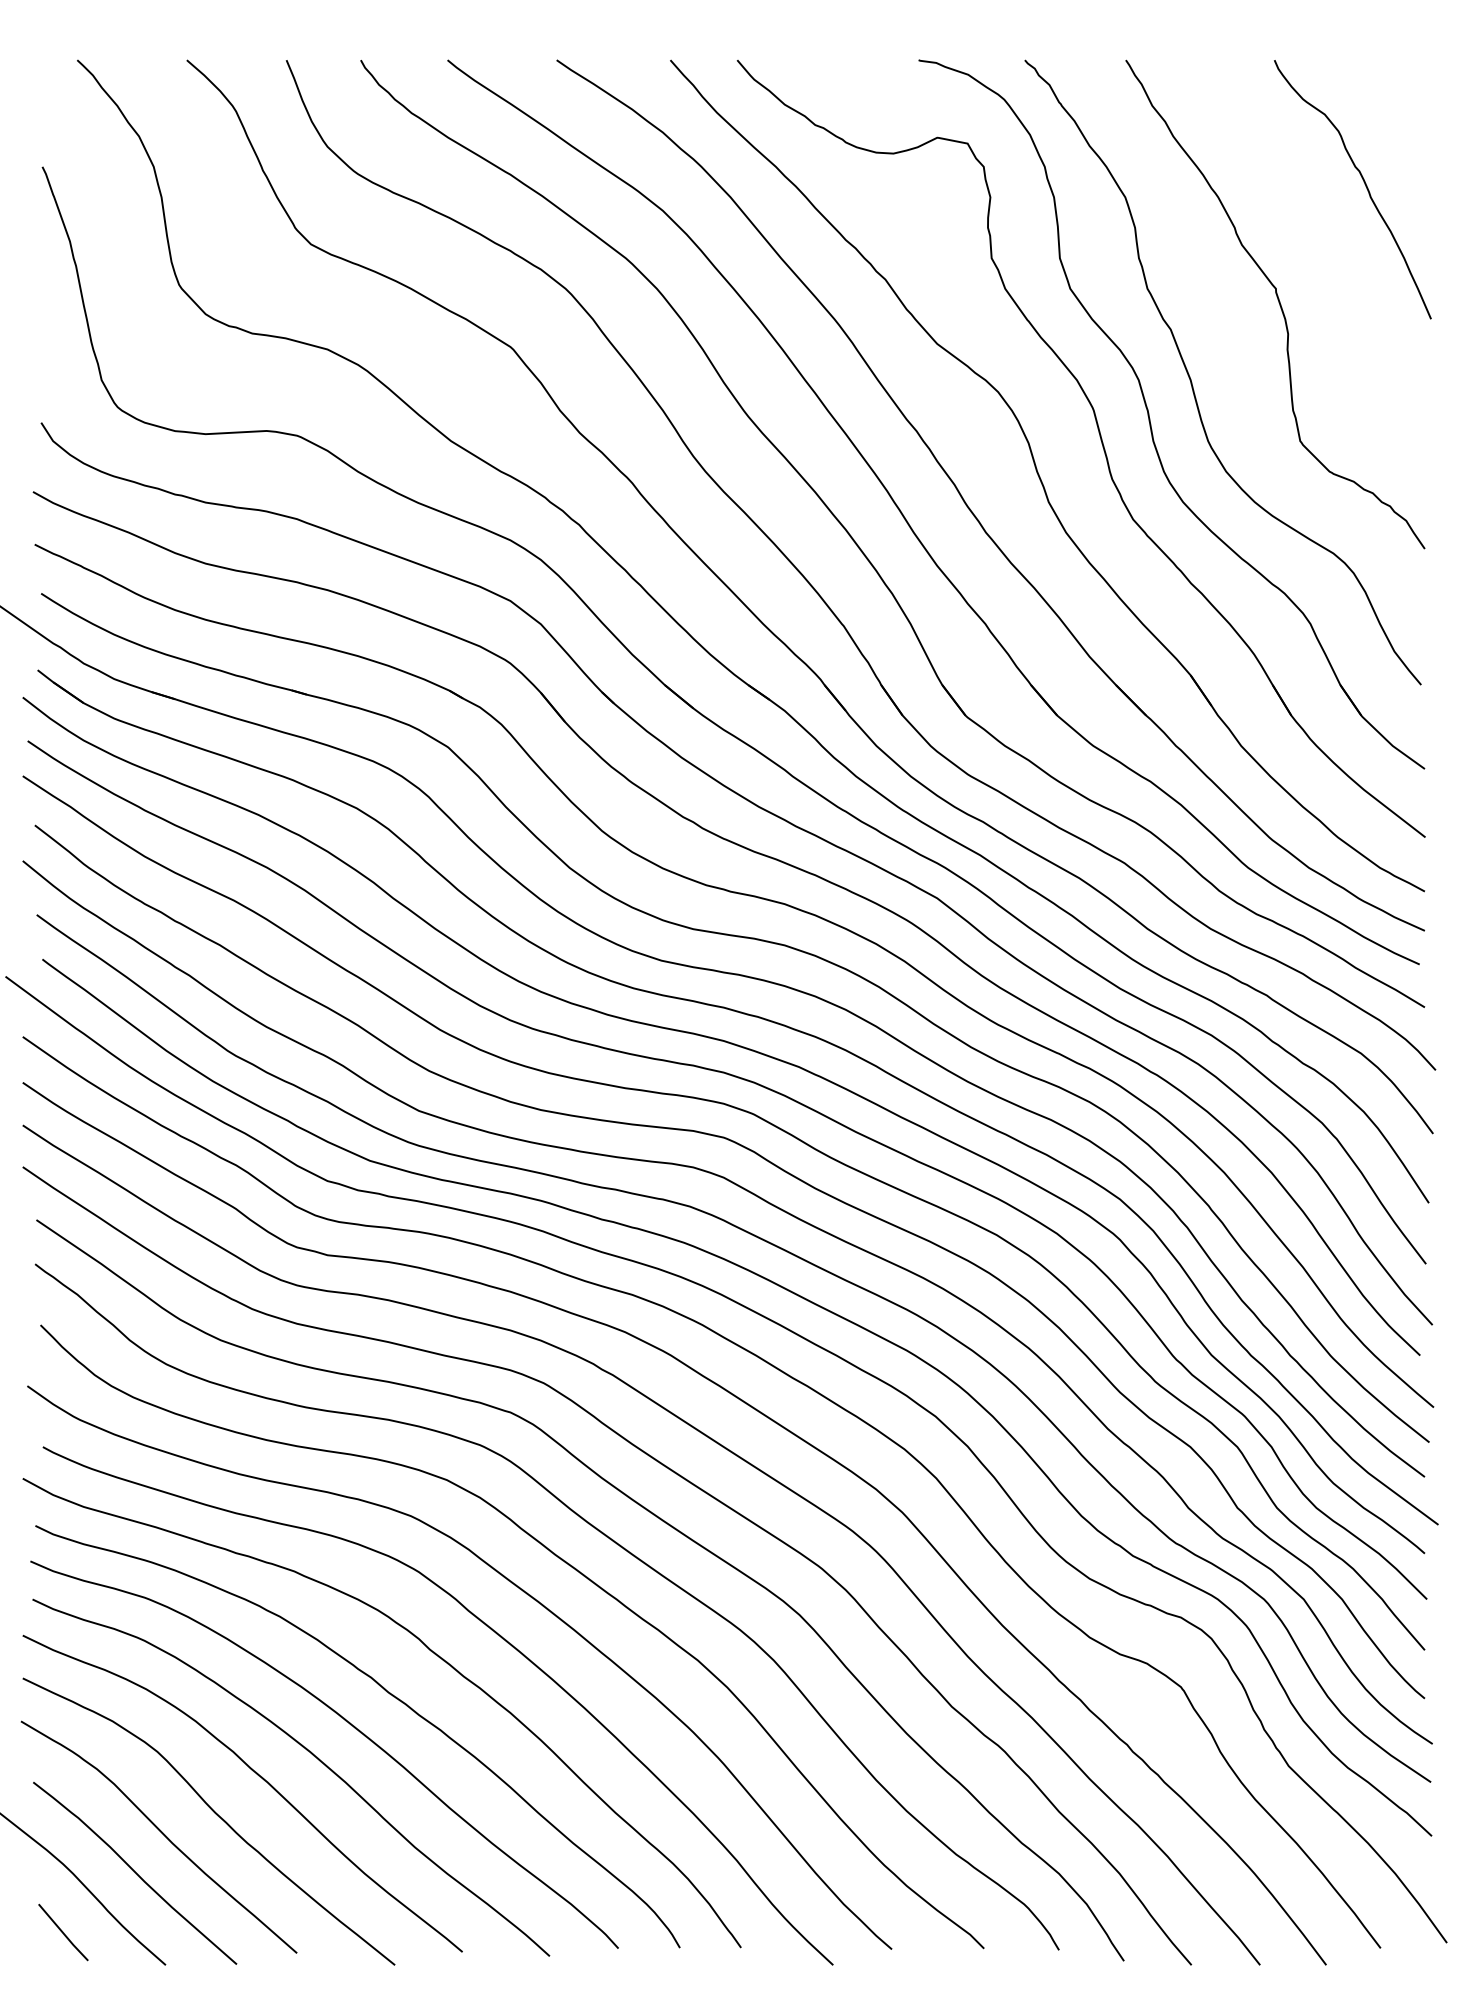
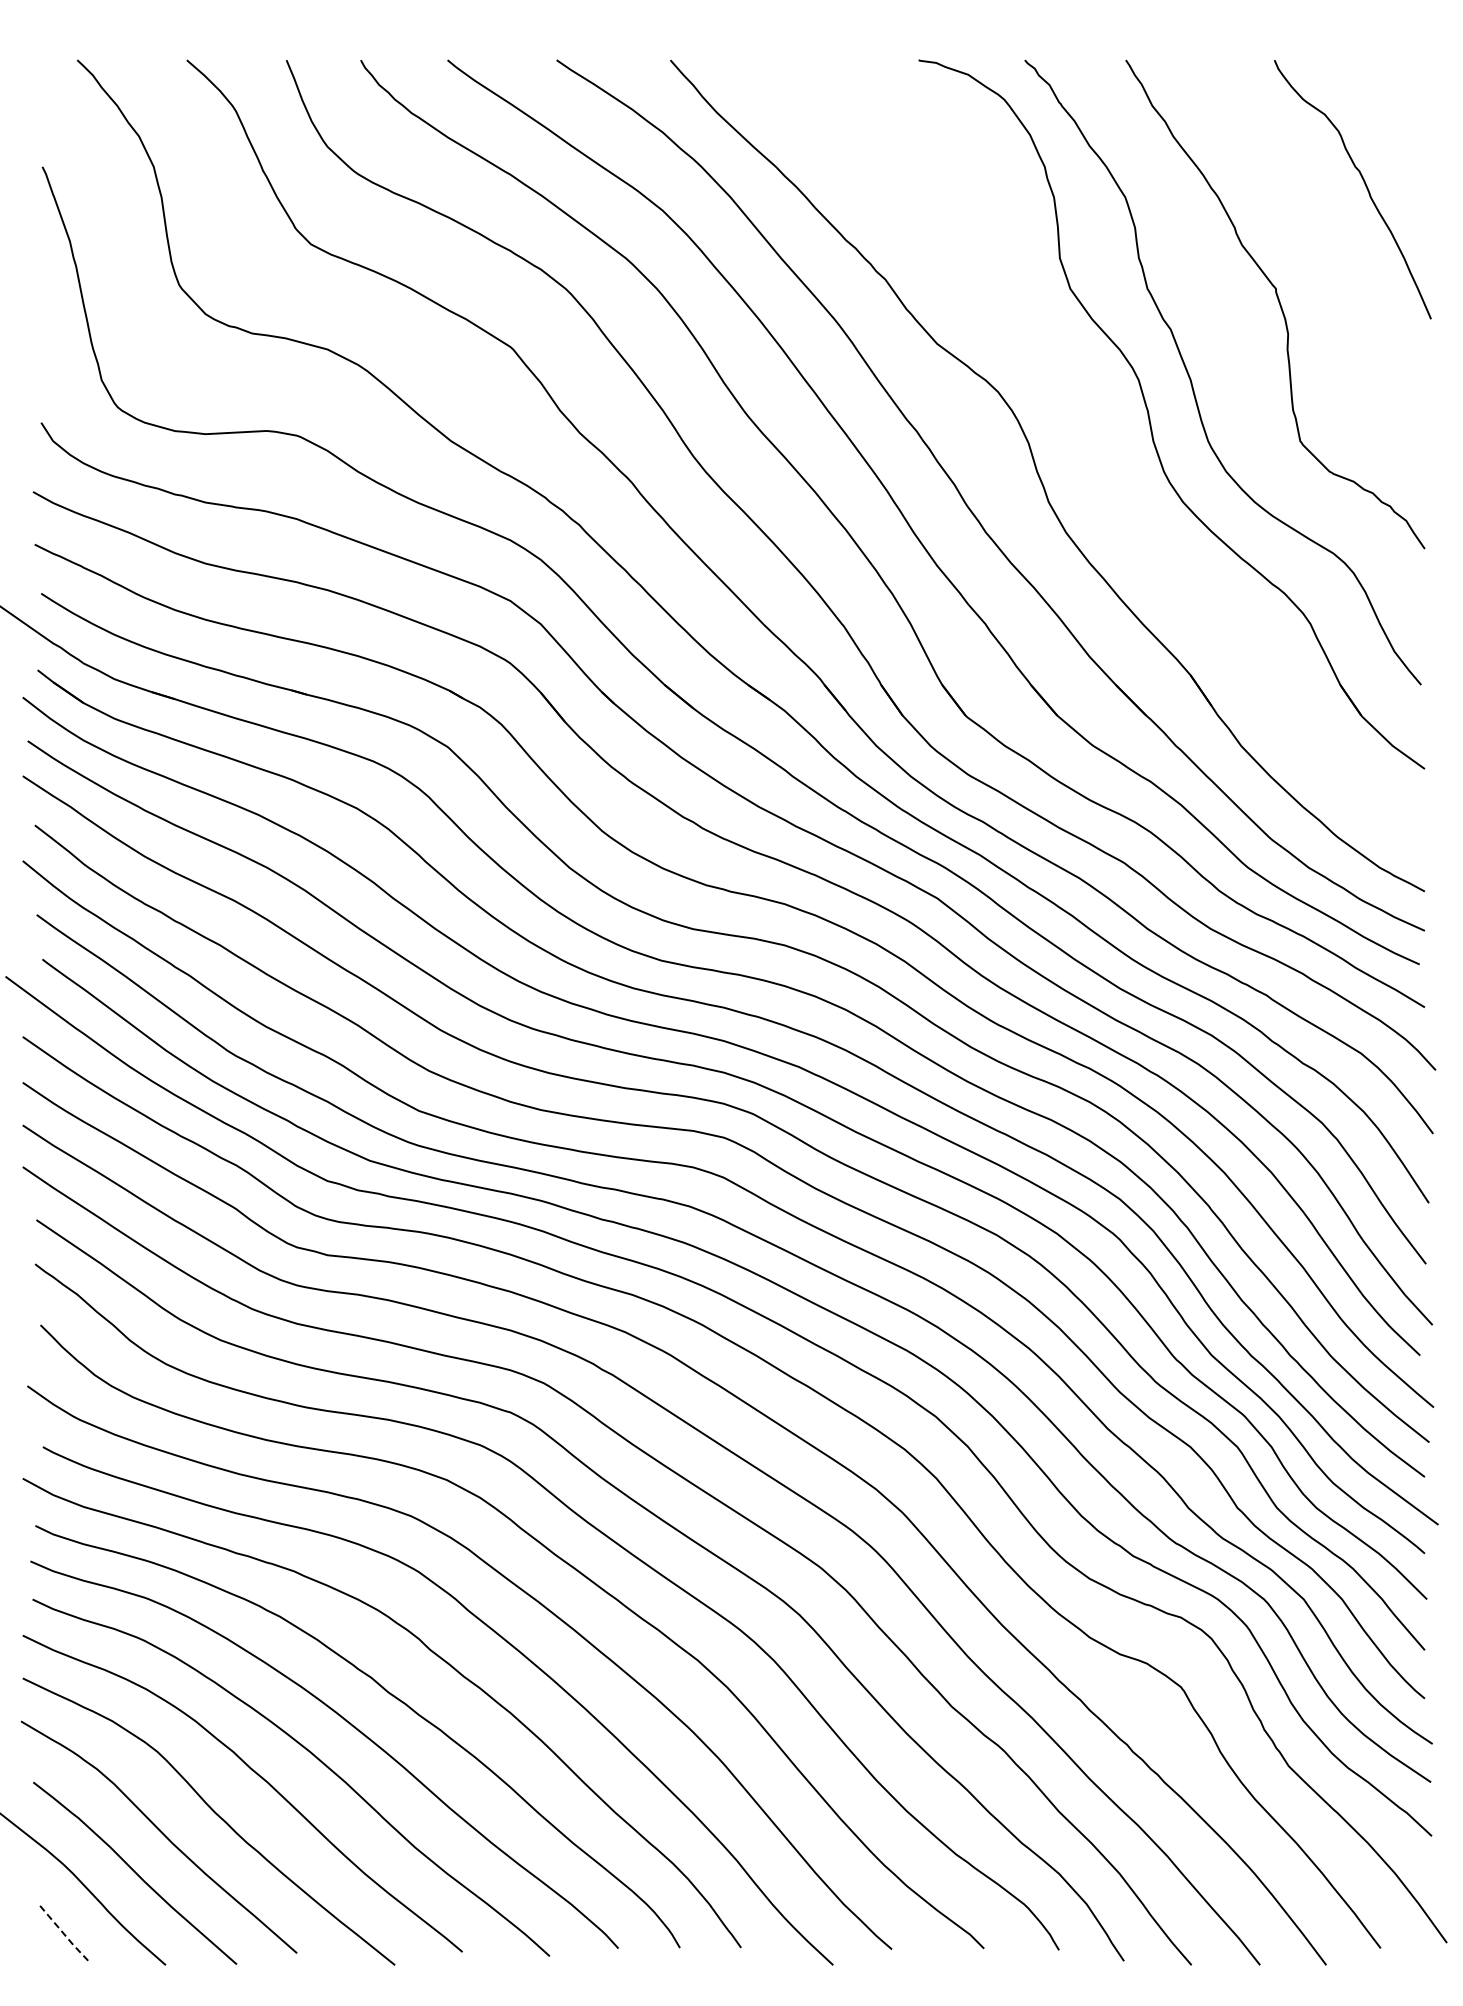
part at (1101, 444): present -> none
line at (63, 1932): solid -> dashed
